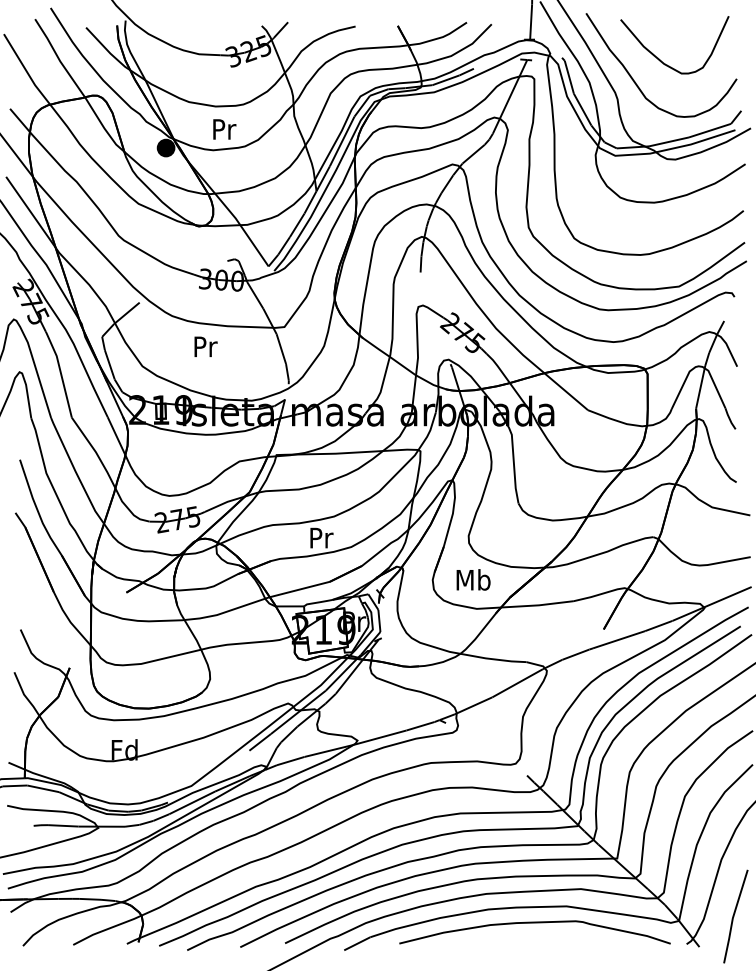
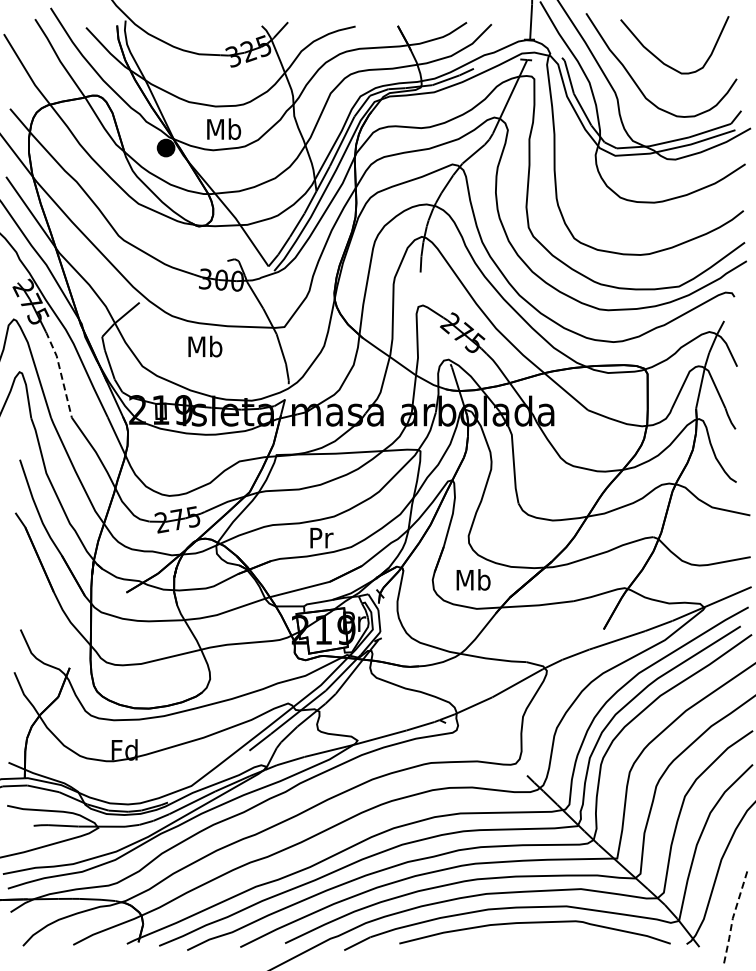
text at (224, 128): Pr -> Mb
text at (205, 346): Pr -> Mb
line at (60, 373): solid -> dashed
line at (733, 916): solid -> dashed
